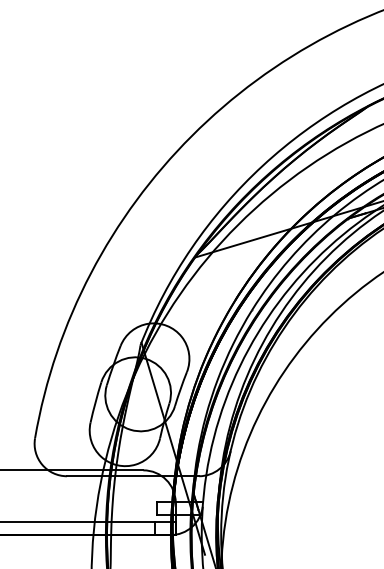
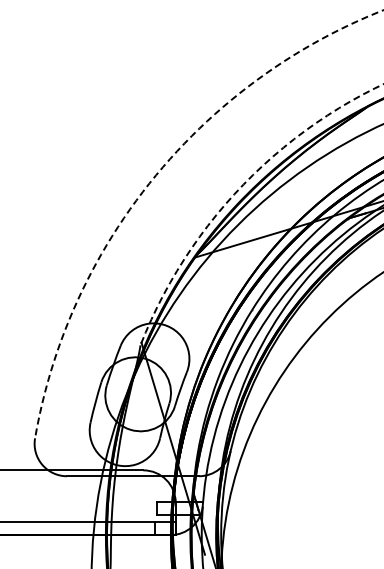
arc at (153, 178): solid -> dashed
arc at (237, 190): solid -> dashed
